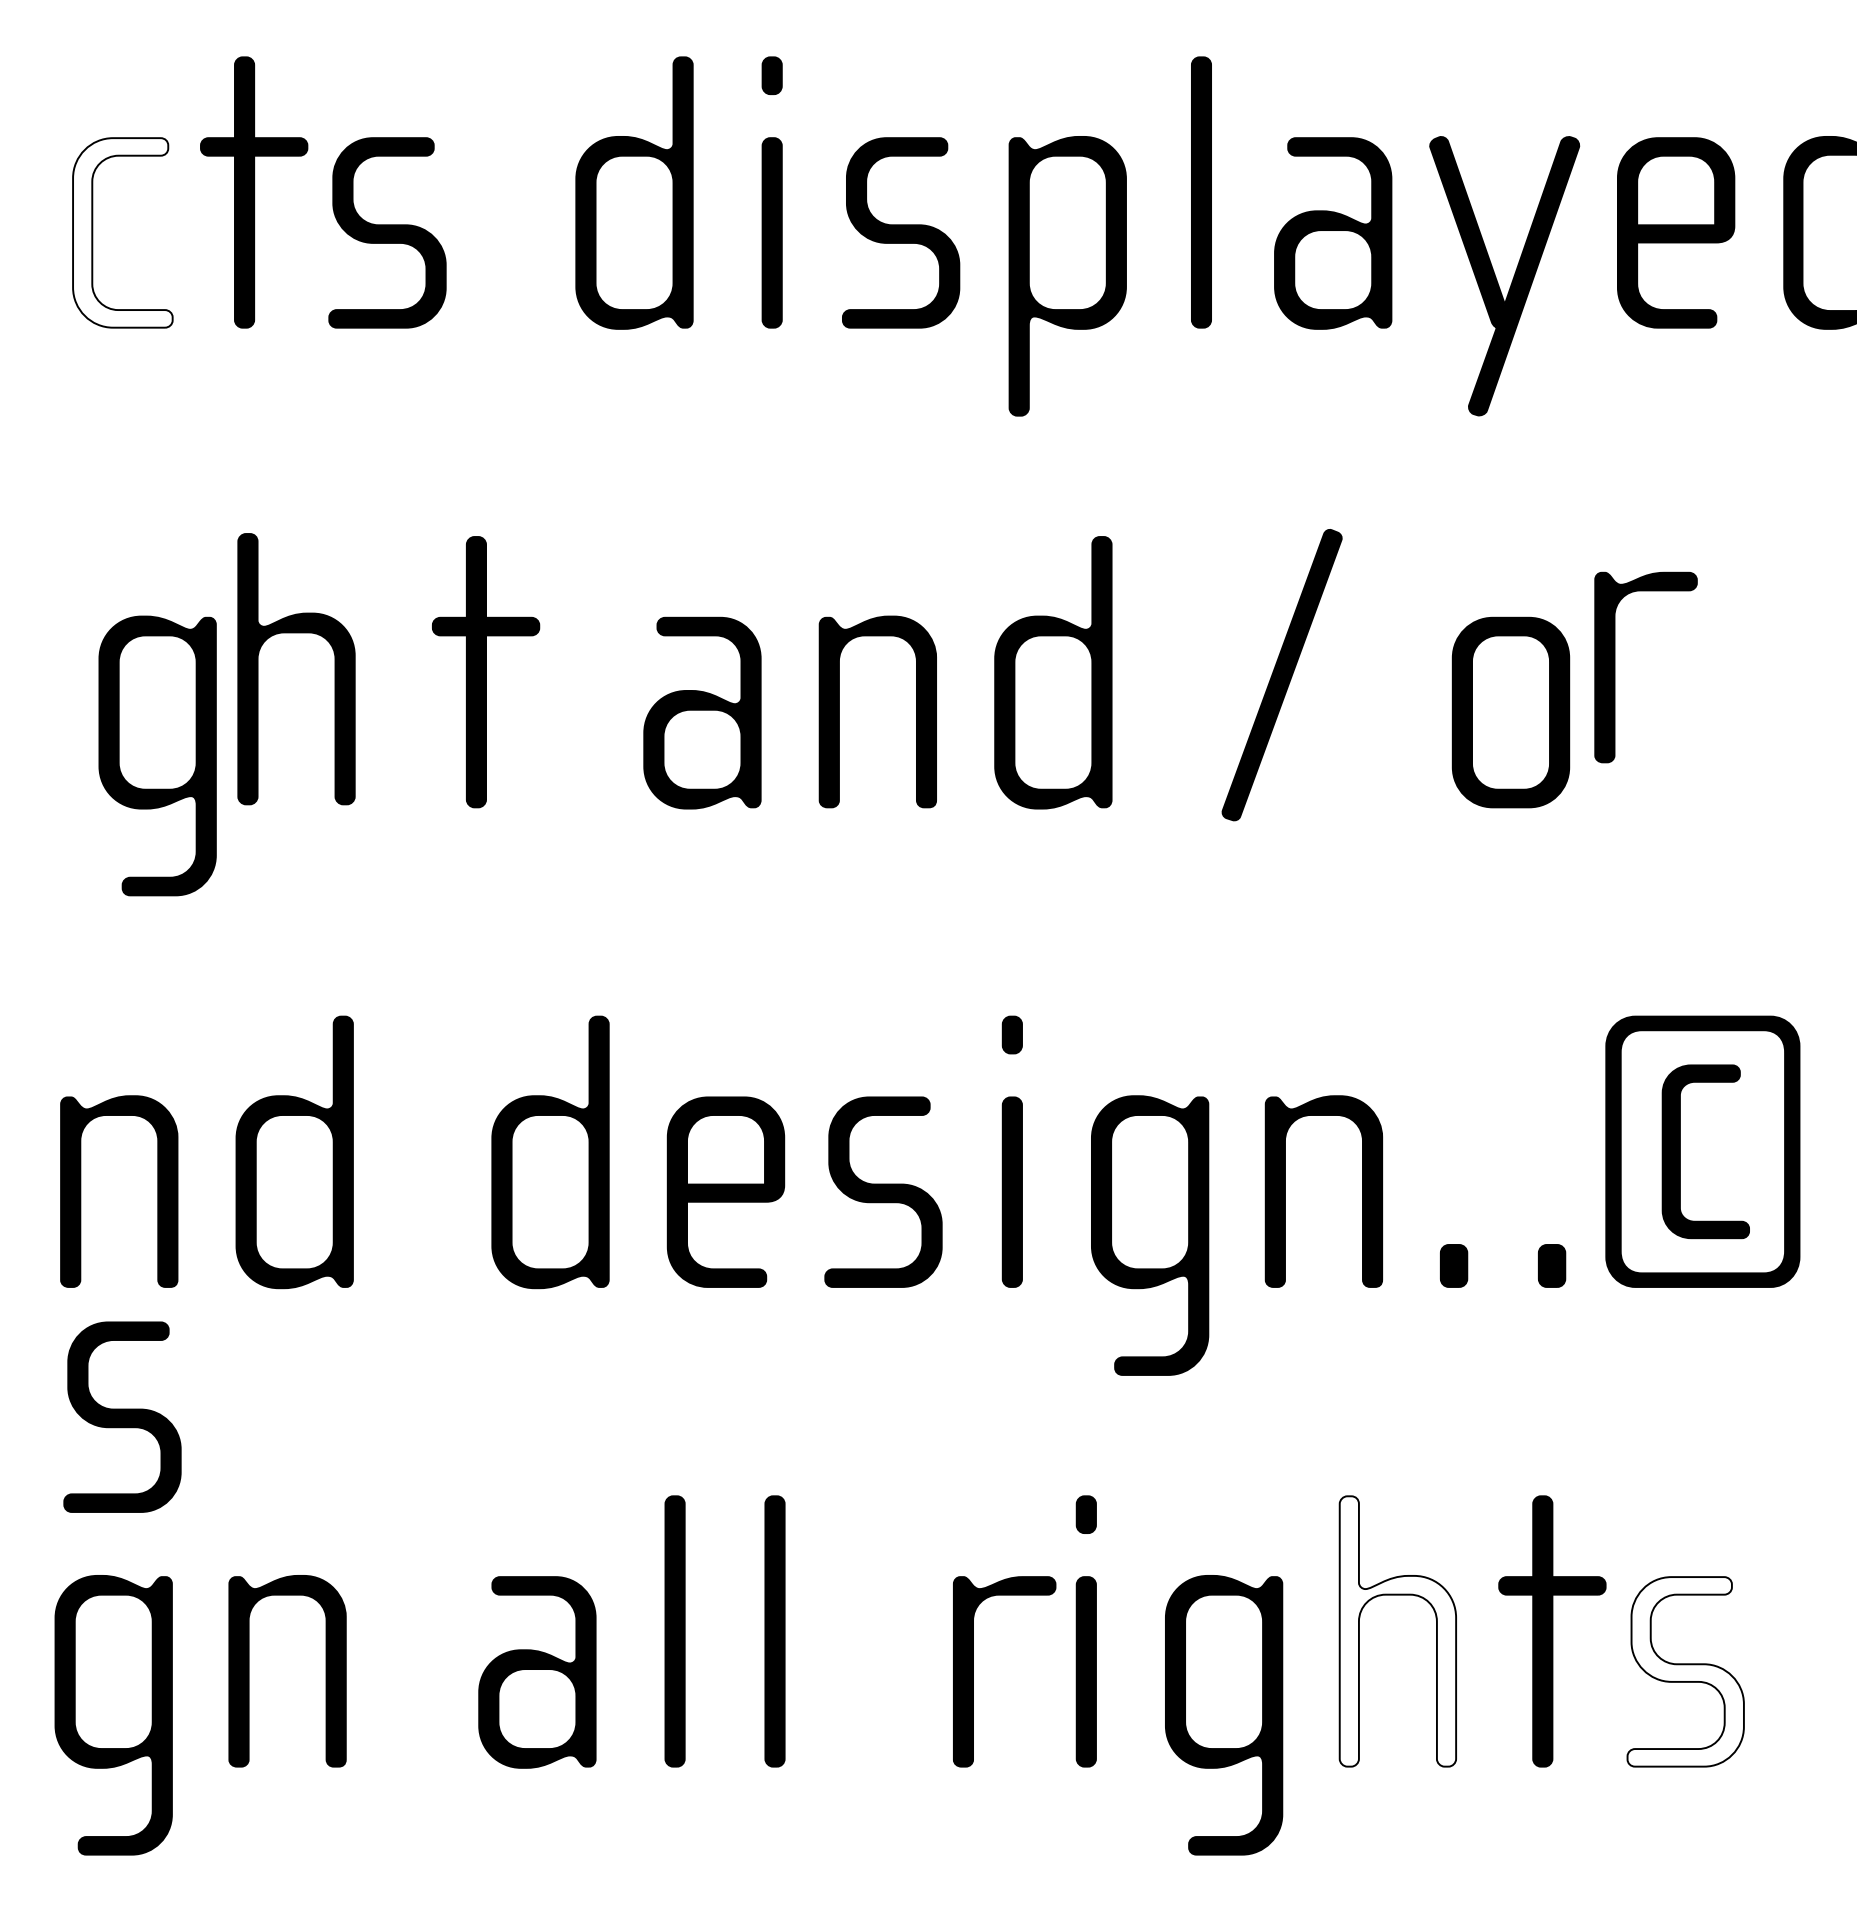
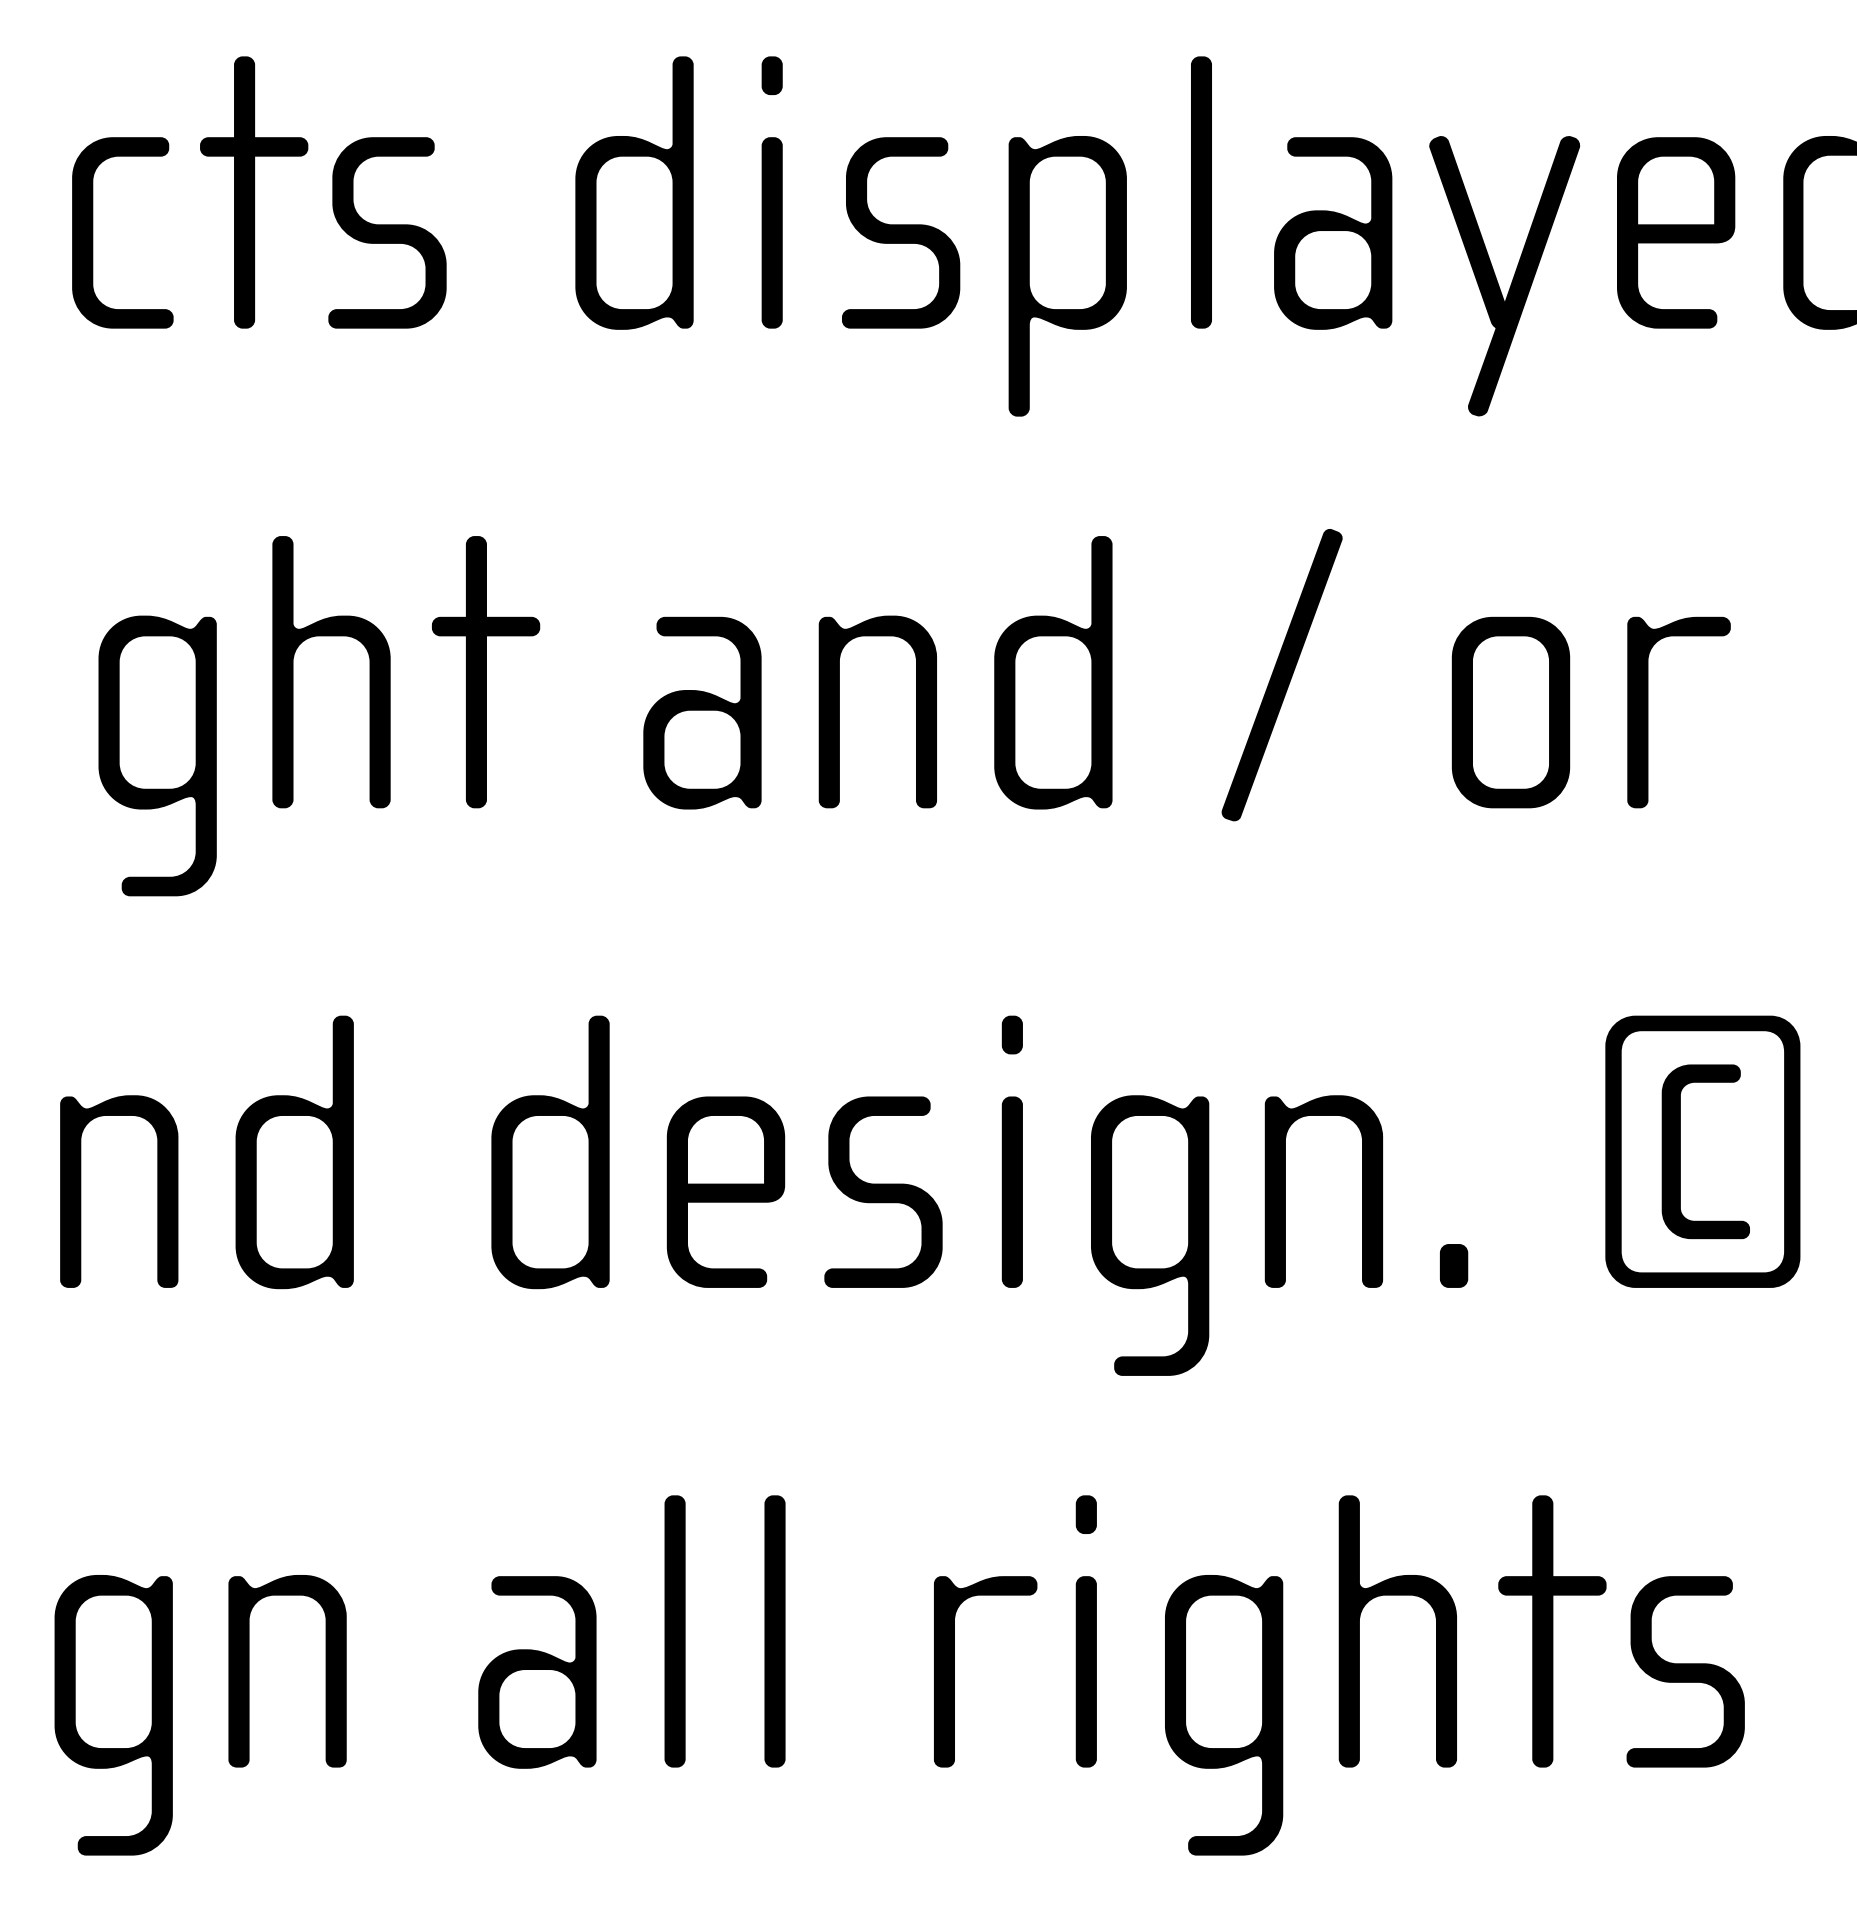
fill at (122, 232): none -> present
part at (296, 633) position: (296, 633) -> (331, 636)
part at (1615, 667) position: (1615, 667) -> (1648, 712)
part at (1552, 1265): present -> none
part at (122, 1416): present -> none
fill at (1397, 1631): none -> present
part at (973, 1671) position: (973, 1671) -> (954, 1671)
fill at (1685, 1671): none -> present
